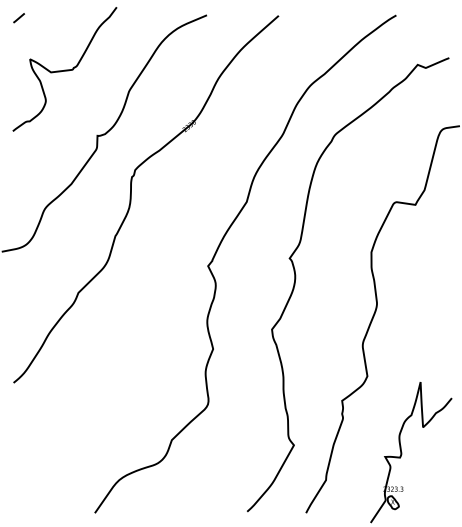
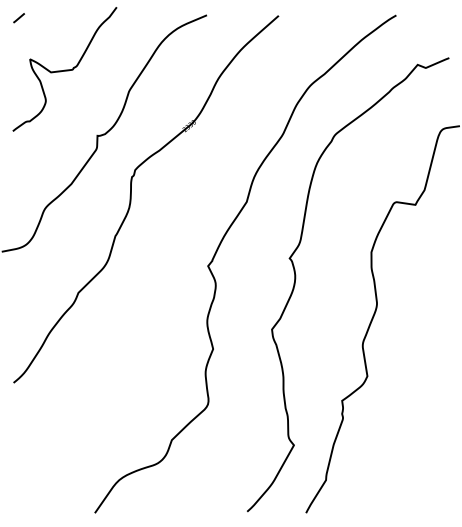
part at (402, 452): present -> none
